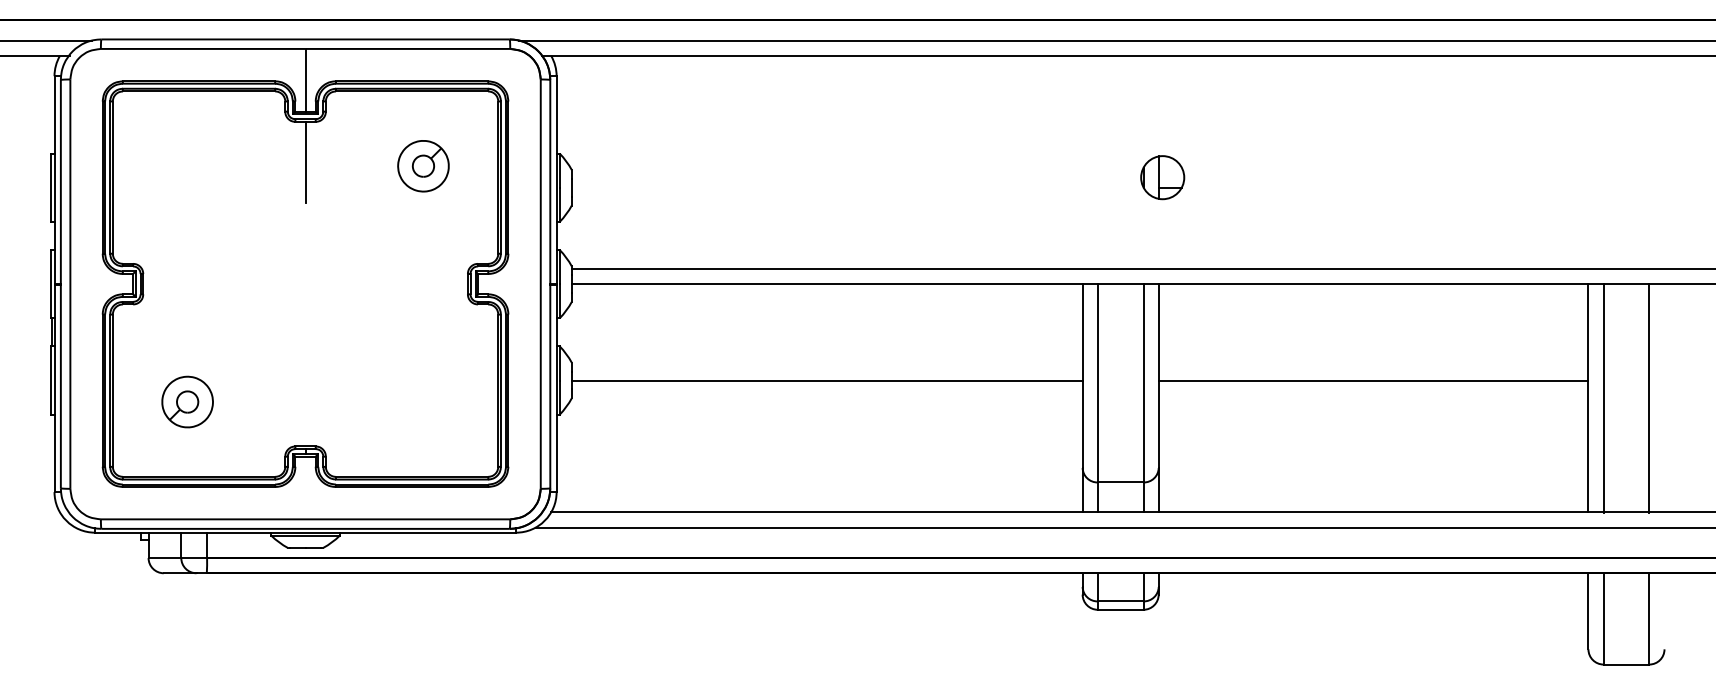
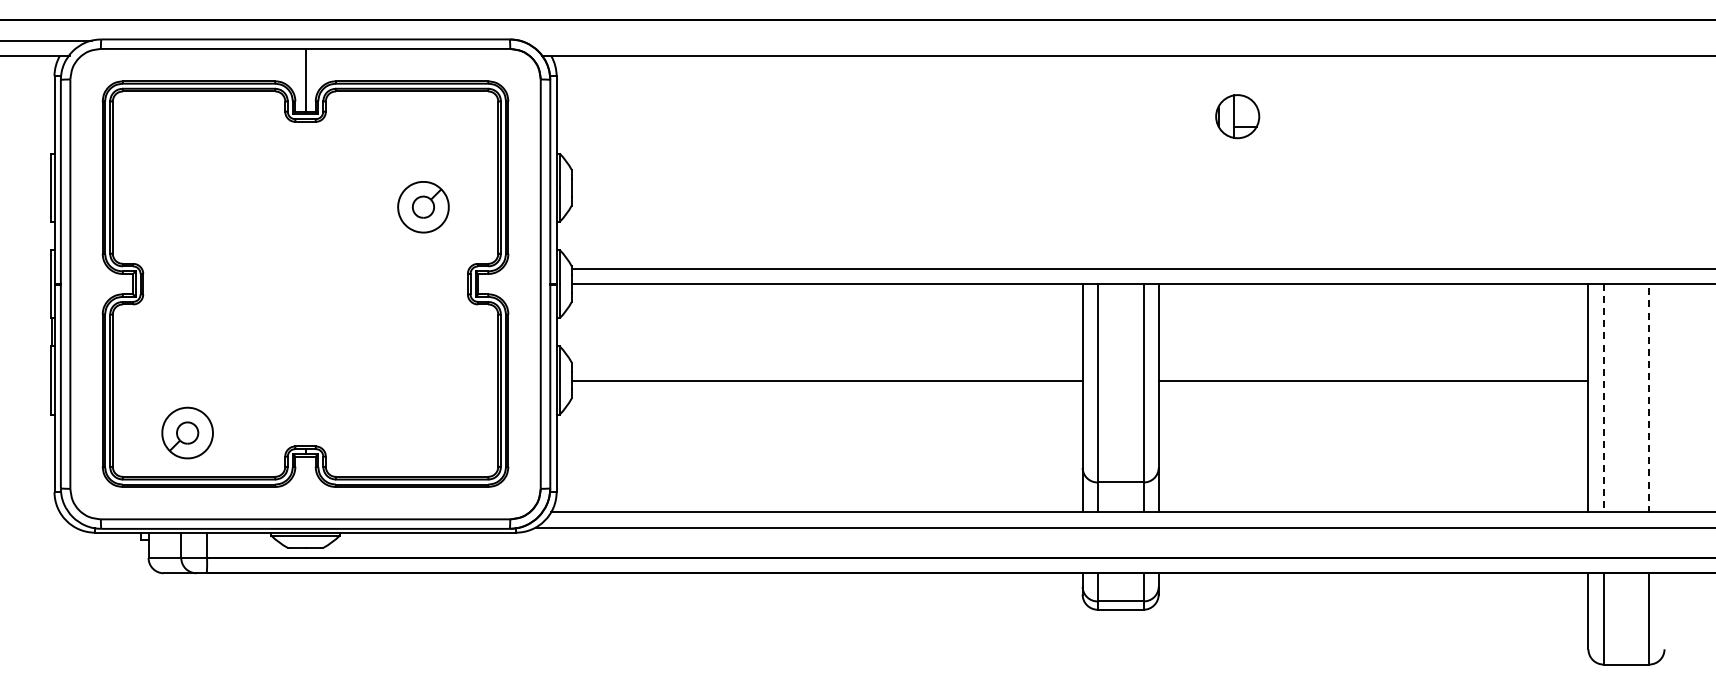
line at (1115, 40): present -> none
line at (305, 161): present -> none
part at (423, 166) position: (423, 166) -> (423, 207)
part at (1162, 177) position: (1162, 177) -> (1237, 116)
line at (1649, 397): solid -> dashed
line at (1603, 398): solid -> dashed
part at (187, 401) position: (187, 401) -> (187, 432)
